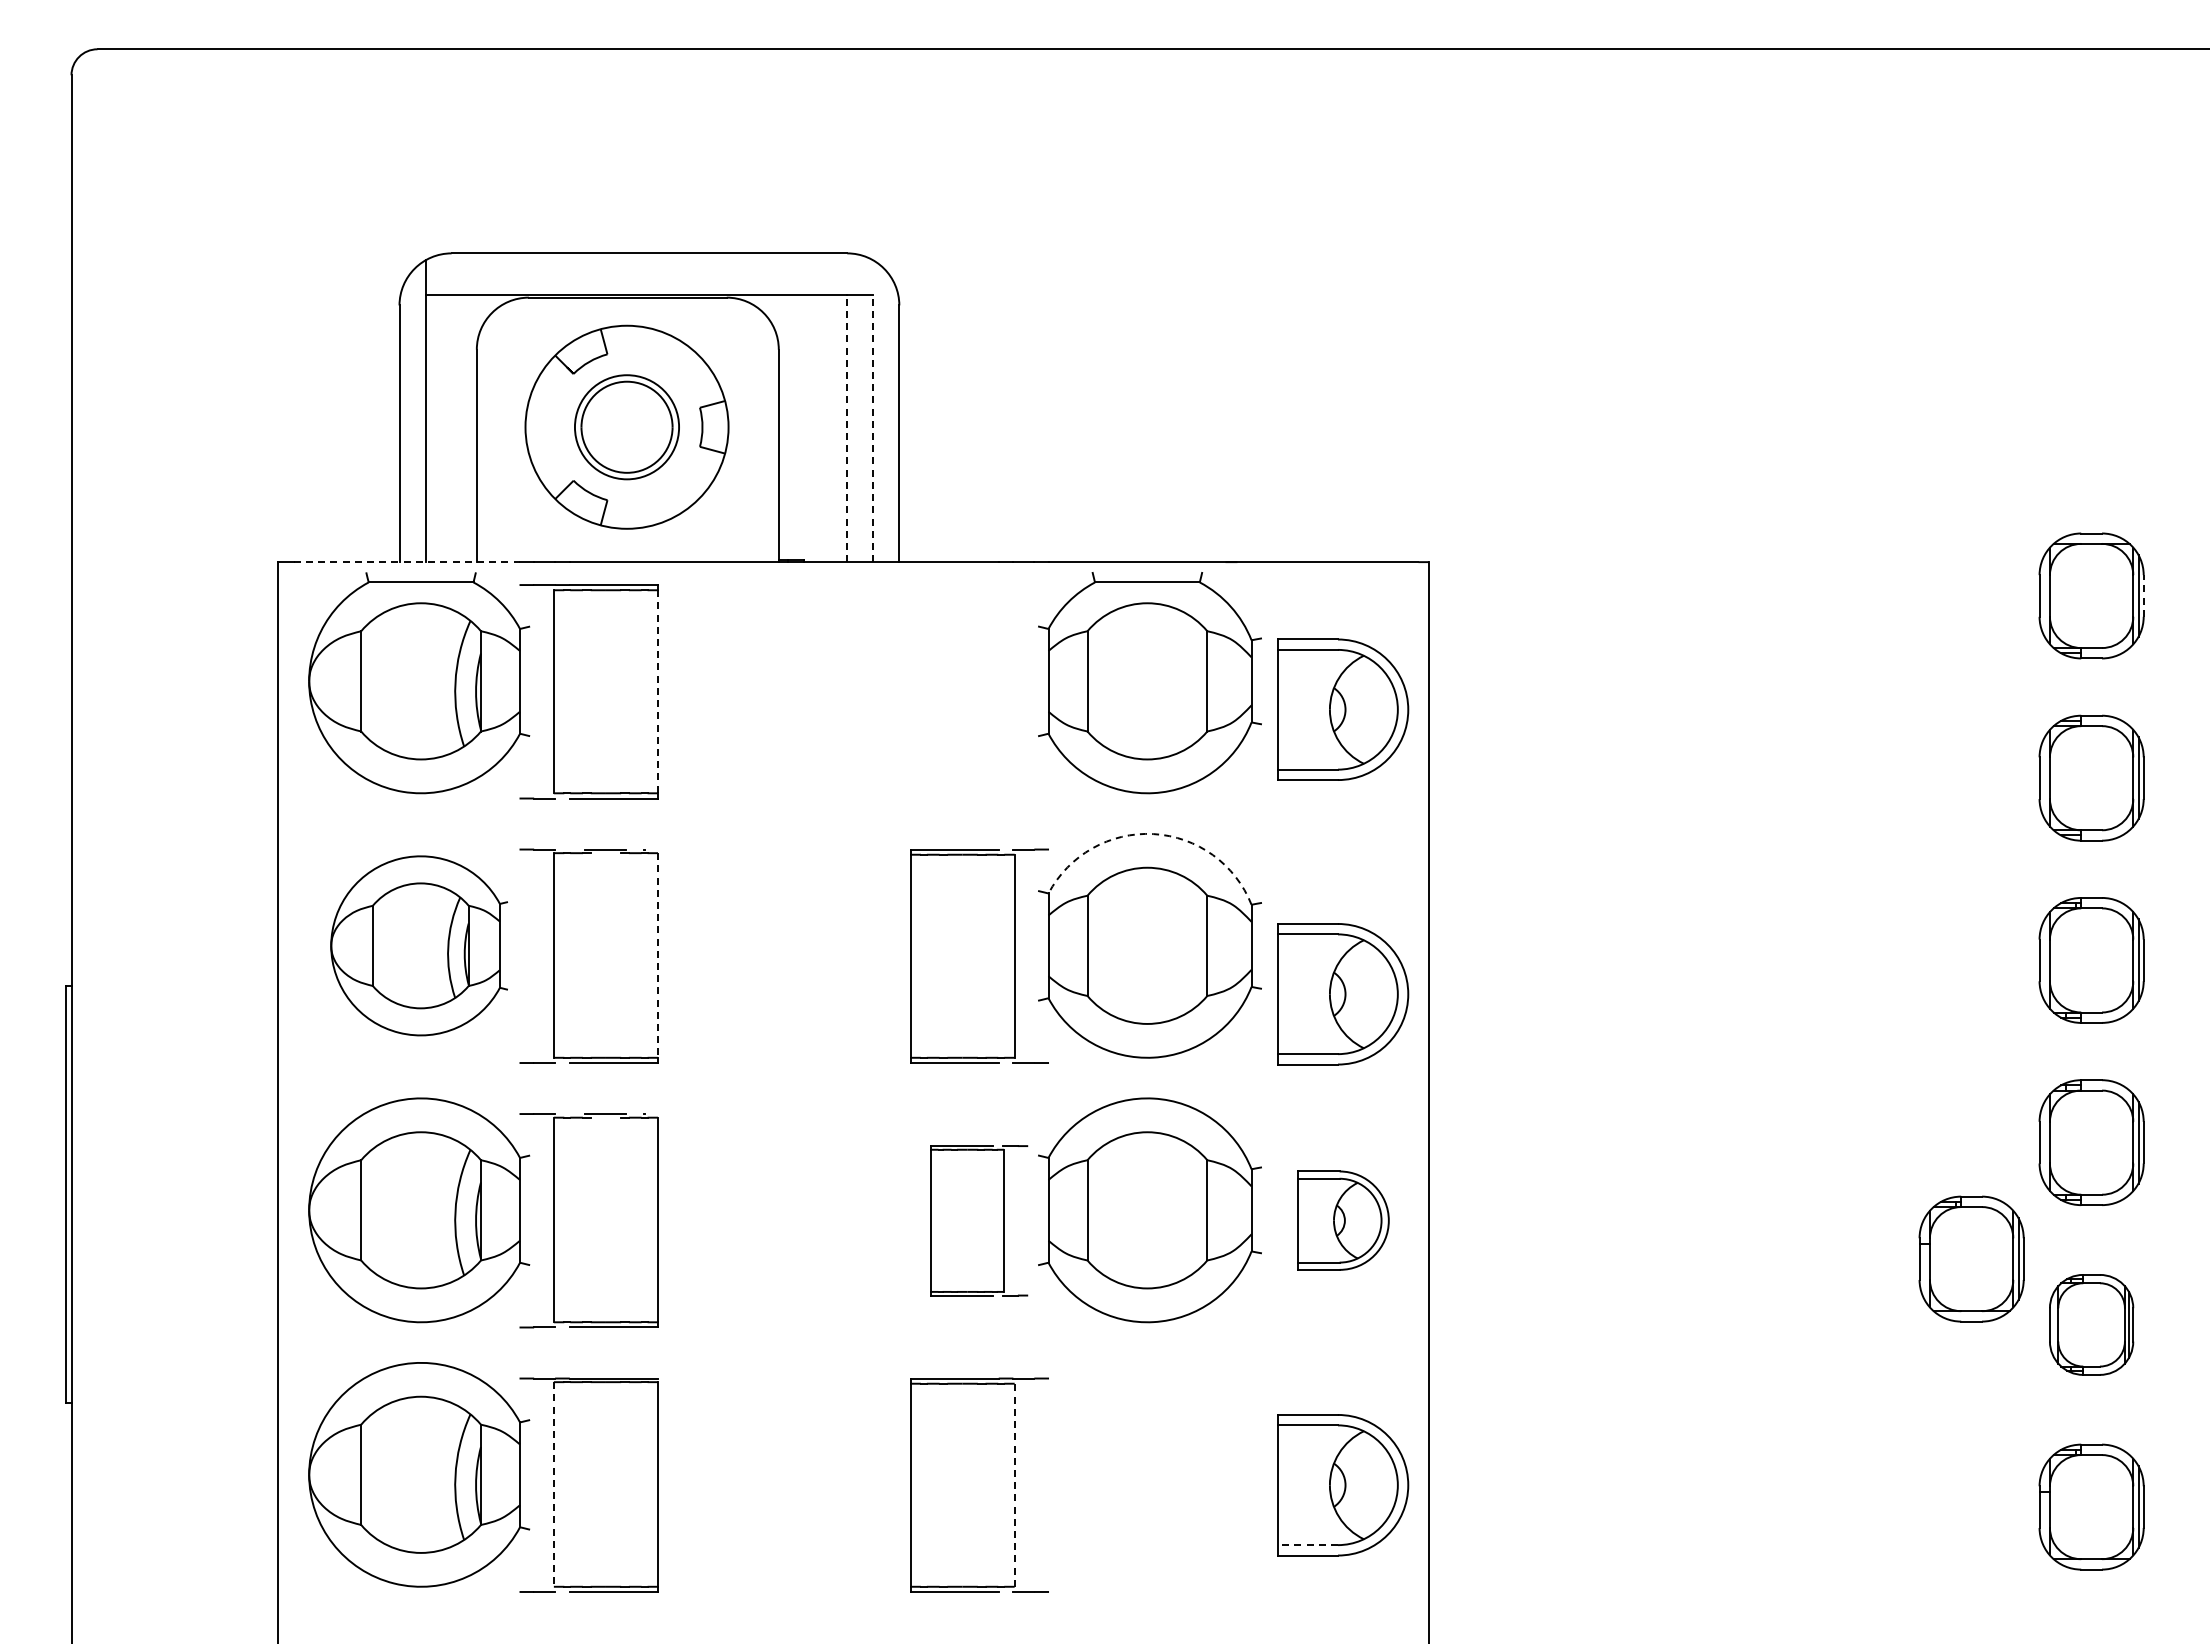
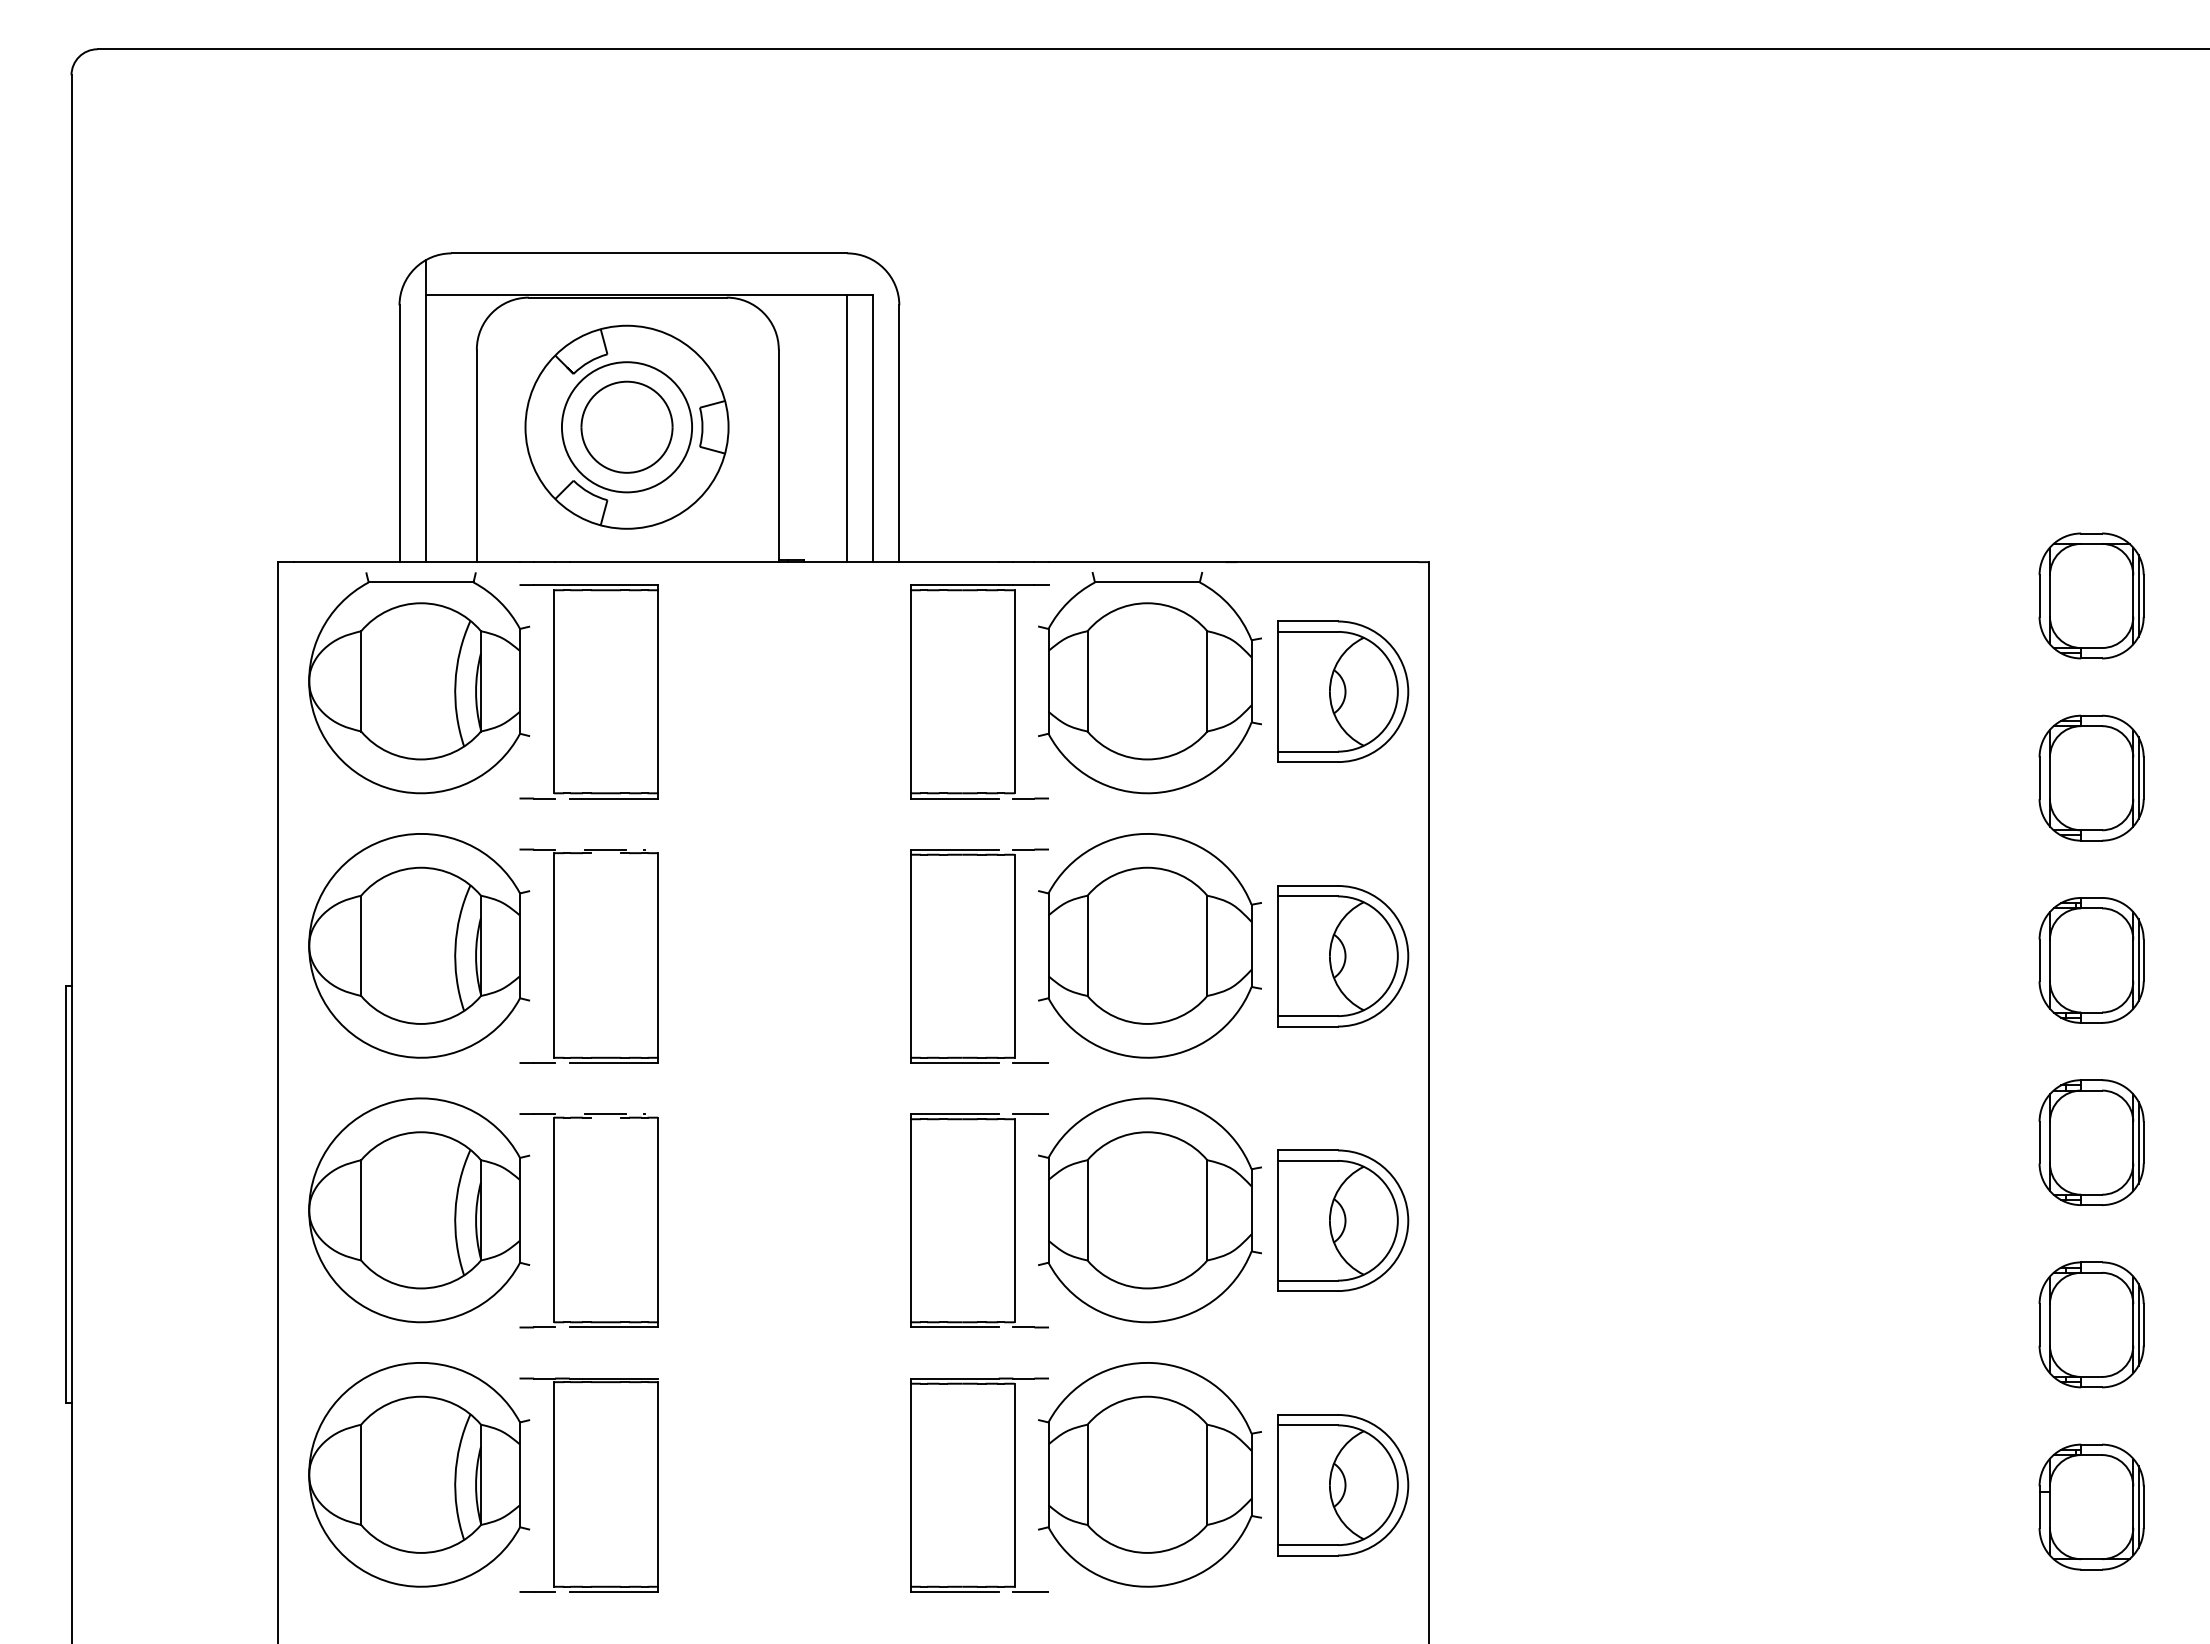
circle at (626, 427) diameter: 104 px -> 130 px
line at (847, 428): dashed -> solid
line at (873, 428): dashed -> solid
line at (406, 562): dashed -> solid
line at (2143, 595): dashed -> solid
line at (658, 691): dashed -> solid
part at (979, 691): none -> present
part at (1343, 709) position: (1343, 709) -> (1343, 691)
arc at (1153, 834): dashed -> solid
part at (418, 945) size: 178x182 px -> 223x226 px
line at (658, 955): dashed -> solid
part at (1343, 994) position: (1343, 994) -> (1343, 956)
part at (979, 1220) size: 99x152 px -> 139x216 px
part at (1343, 1220) size: 93x101 px -> 133x143 px
part at (1971, 1258): present -> none
part at (2091, 1324) size: 86x102 px -> 107x128 px
part at (1149, 1474): none -> present
line at (553, 1484): dashed -> solid
line at (1014, 1485): dashed -> solid
line at (1308, 1545): dashed -> solid
